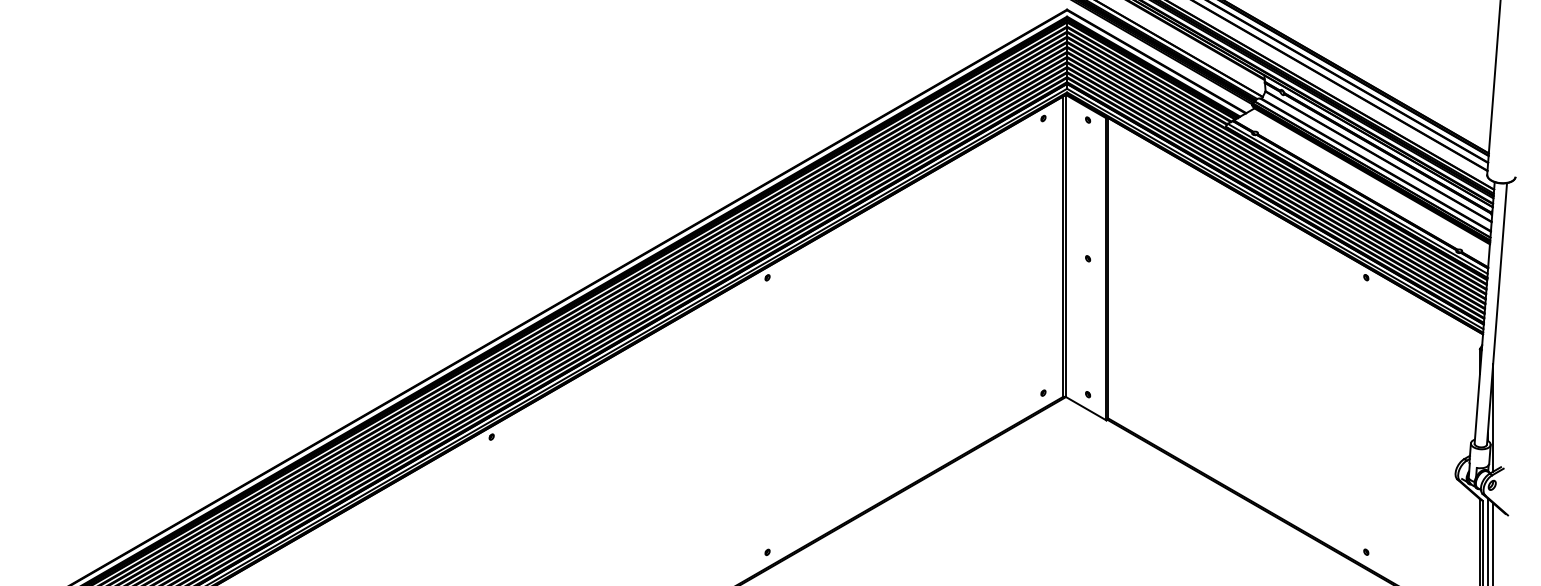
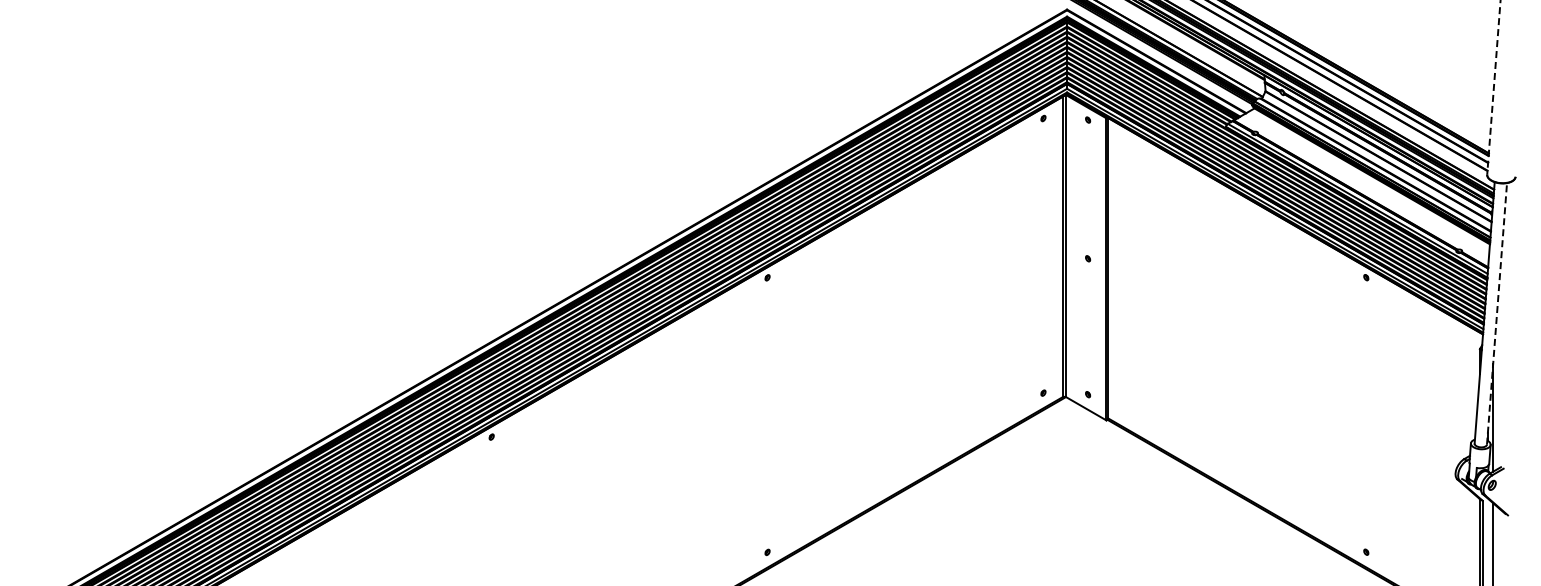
line at (1493, 87): solid -> dashed
line at (1497, 313): solid -> dashed
line at (1487, 540): present -> none
